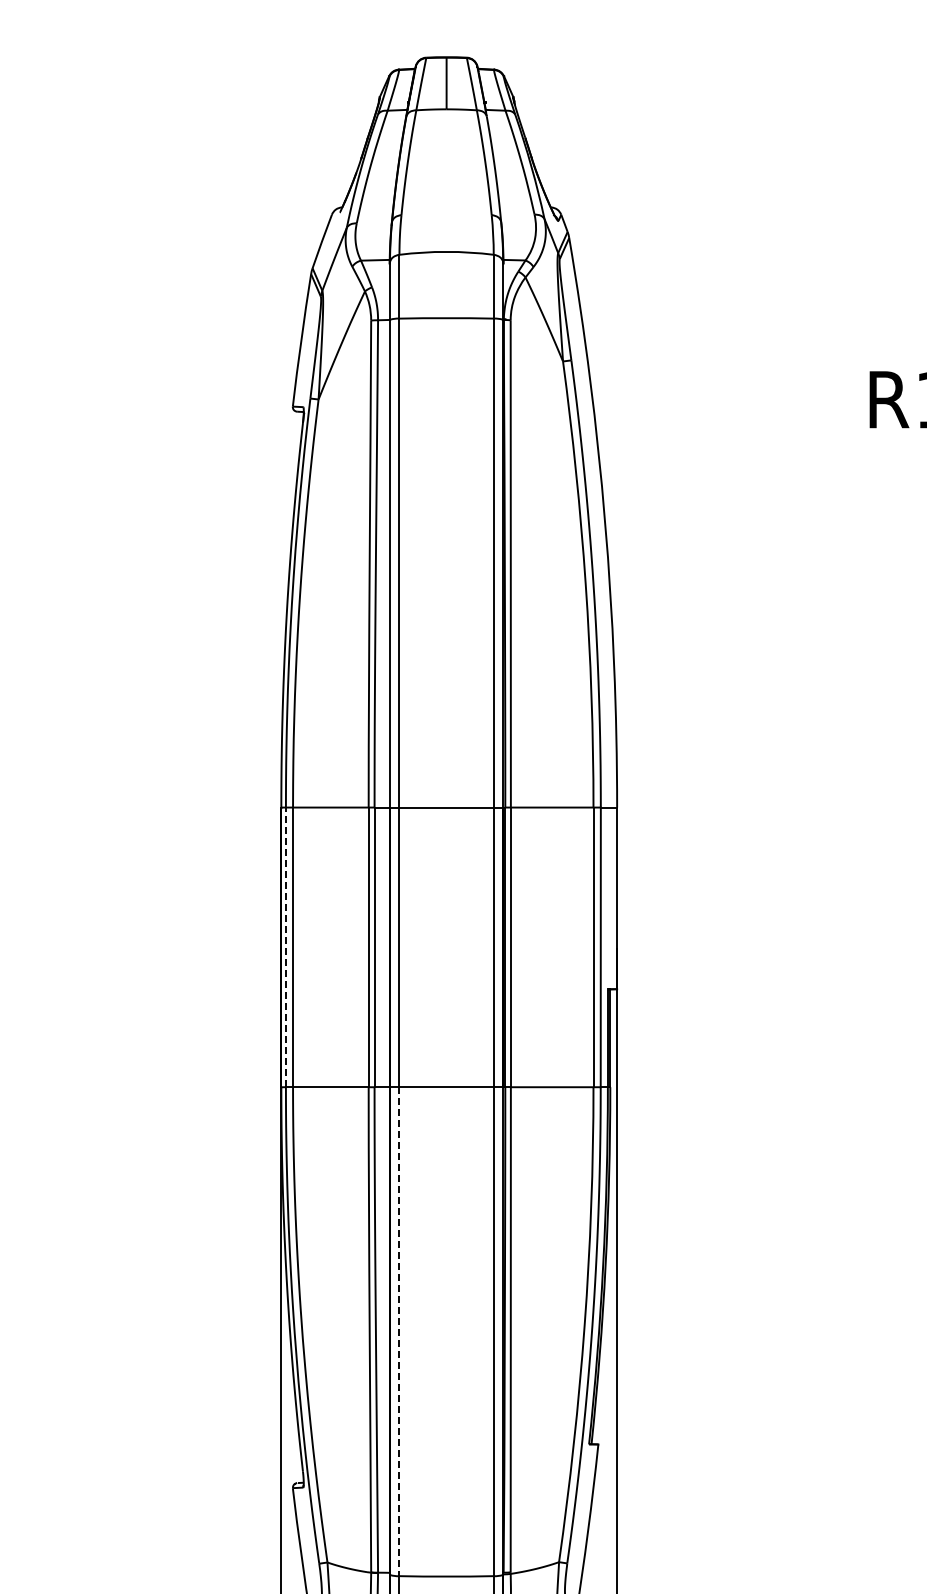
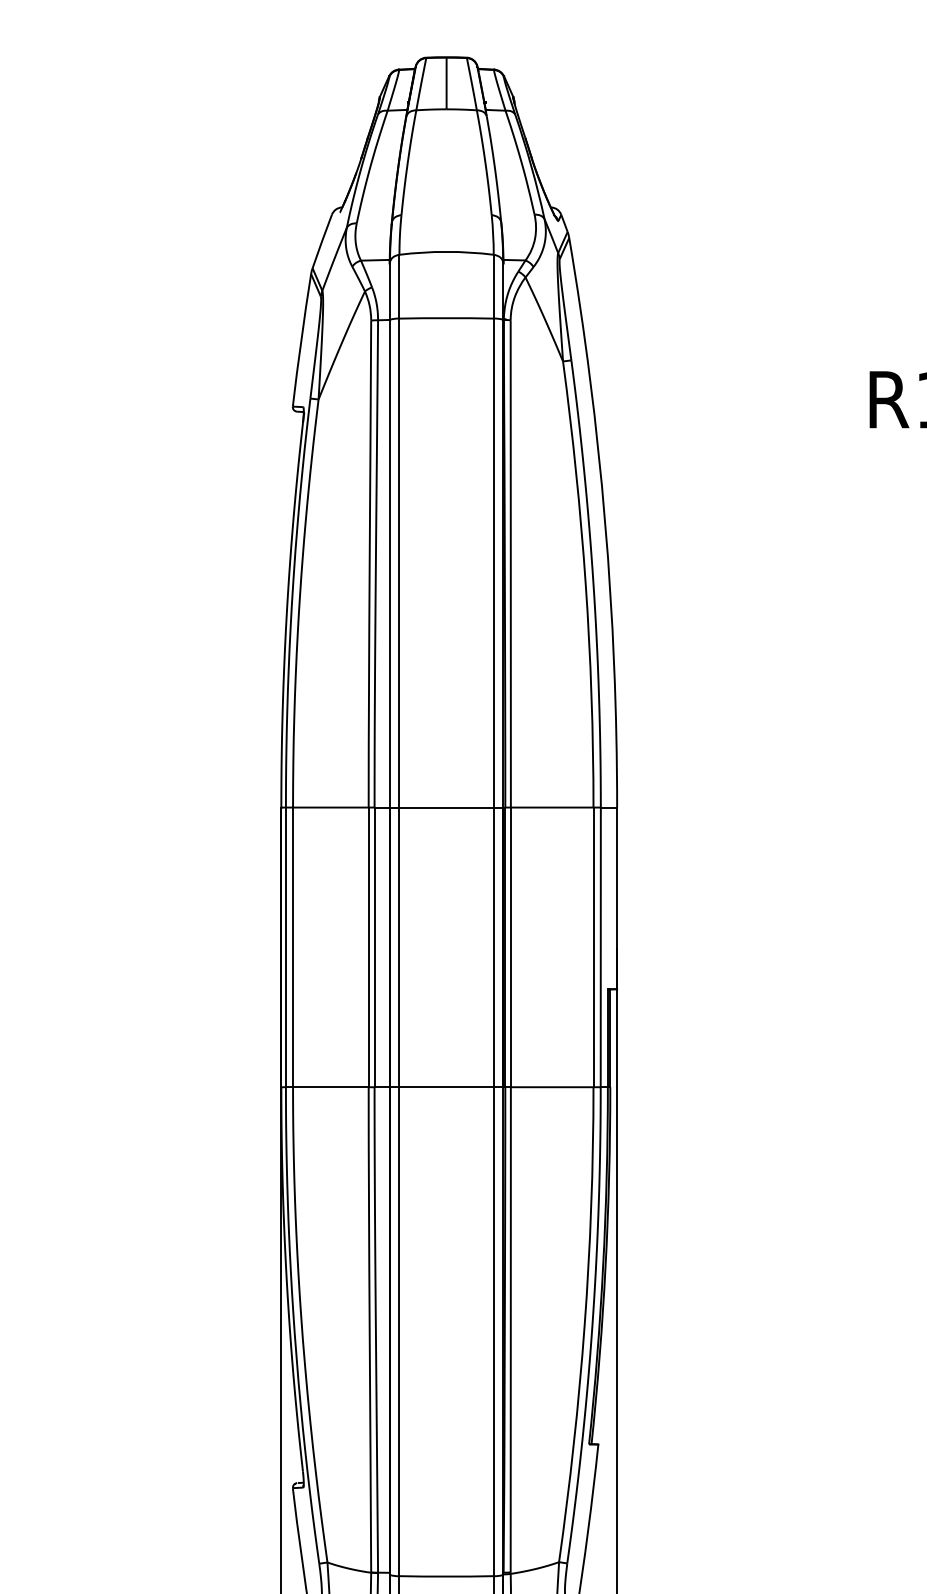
line at (285, 947): dashed -> solid
line at (399, 1332): dashed -> solid
